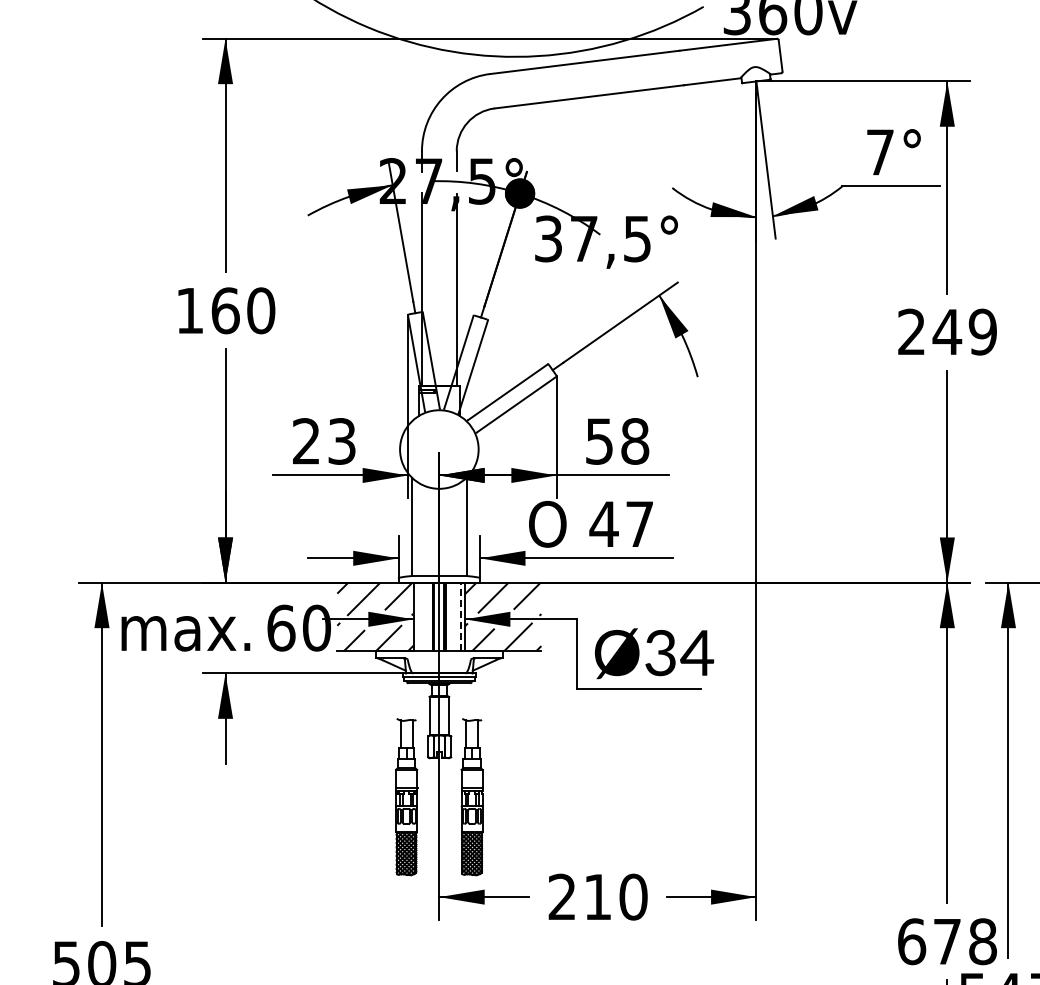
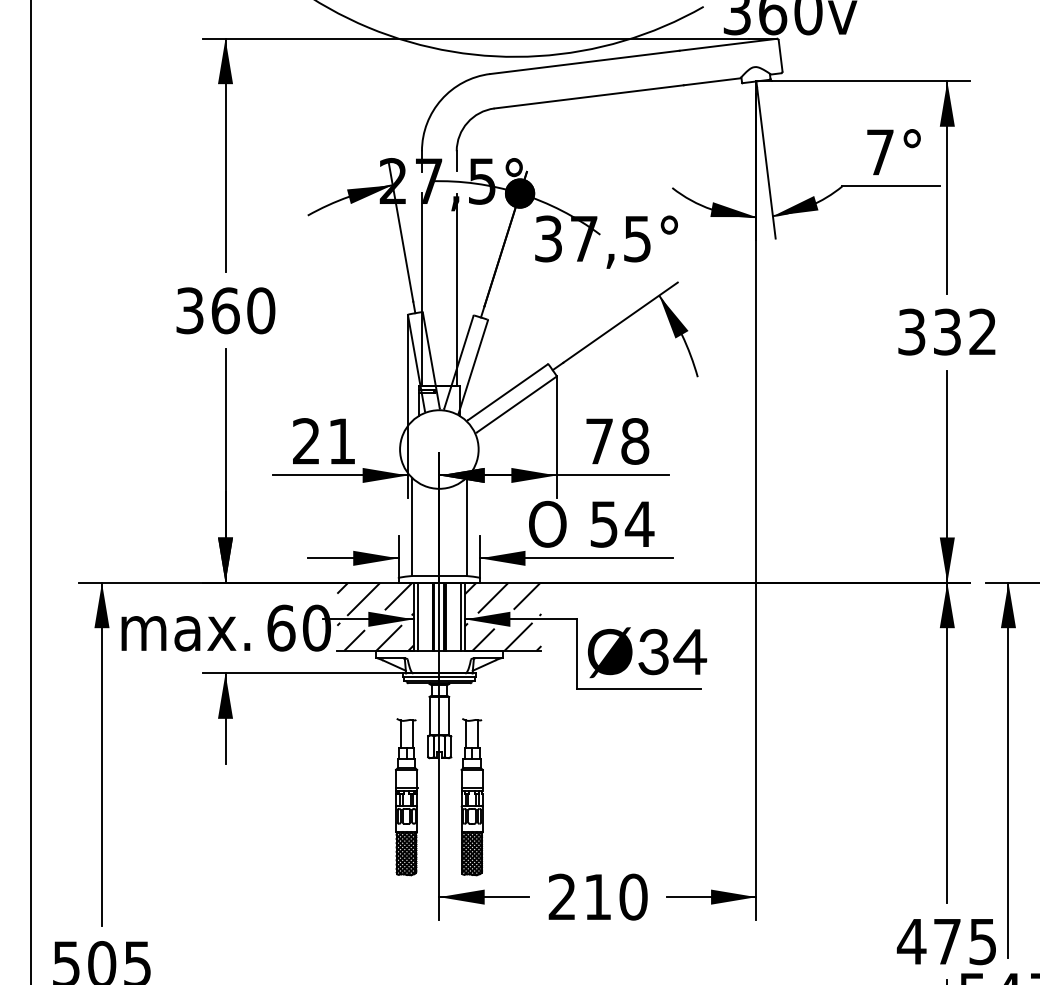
text at (189, 310): 160 -> 360
text at (947, 331): 249 -> 332
text at (341, 441): 23 -> 21
text at (599, 441): 58 -> 78
line at (31, 491): none -> present
text at (621, 524): 47 -> 54
line at (417, 616): none -> present
line at (460, 616): dashed -> solid
text at (654, 653) position: (654, 653) -> (647, 652)
text at (946, 941): 678 -> 475
